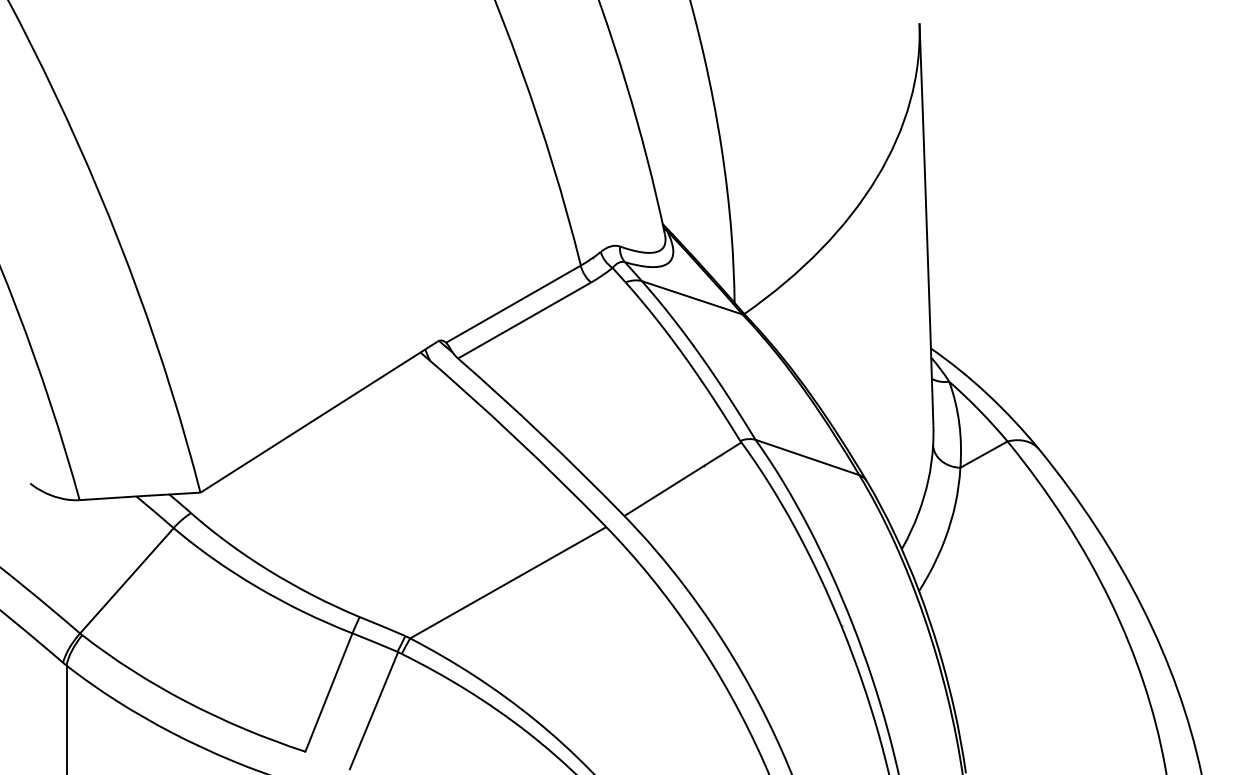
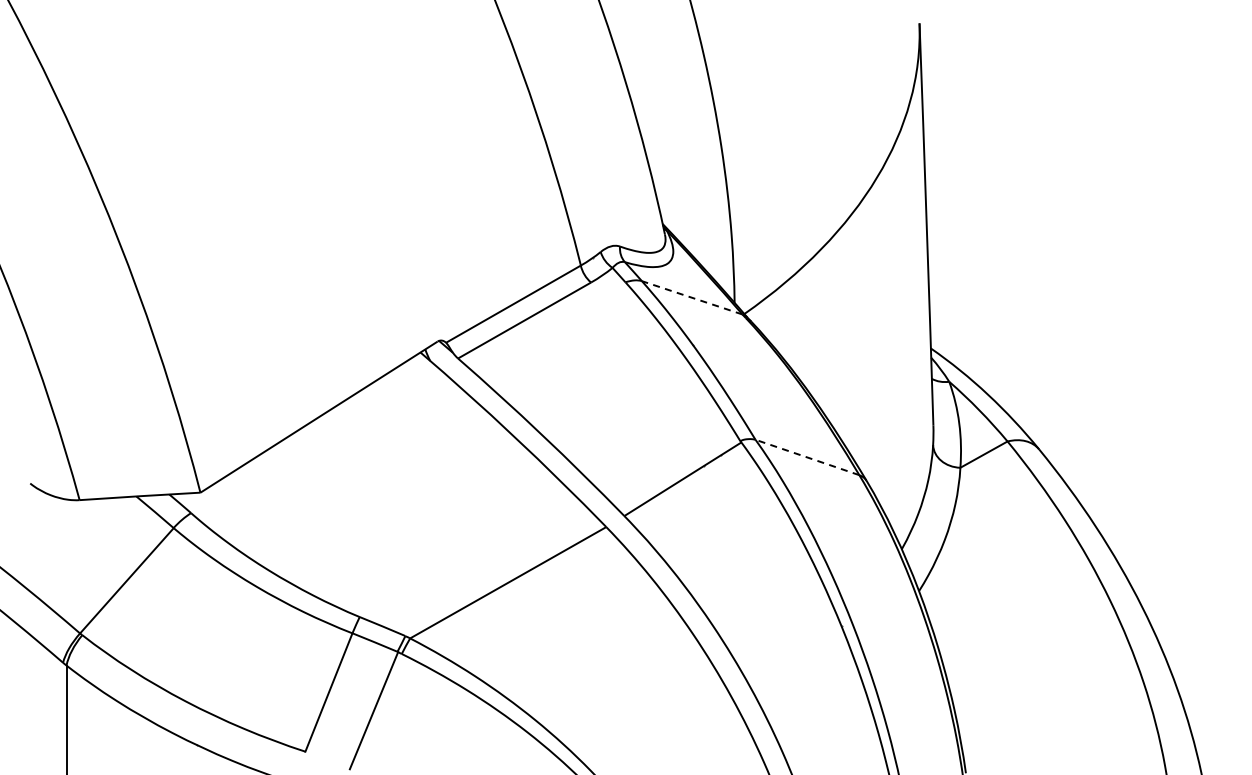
line at (692, 297): solid -> dashed
line at (807, 457): solid -> dashed
